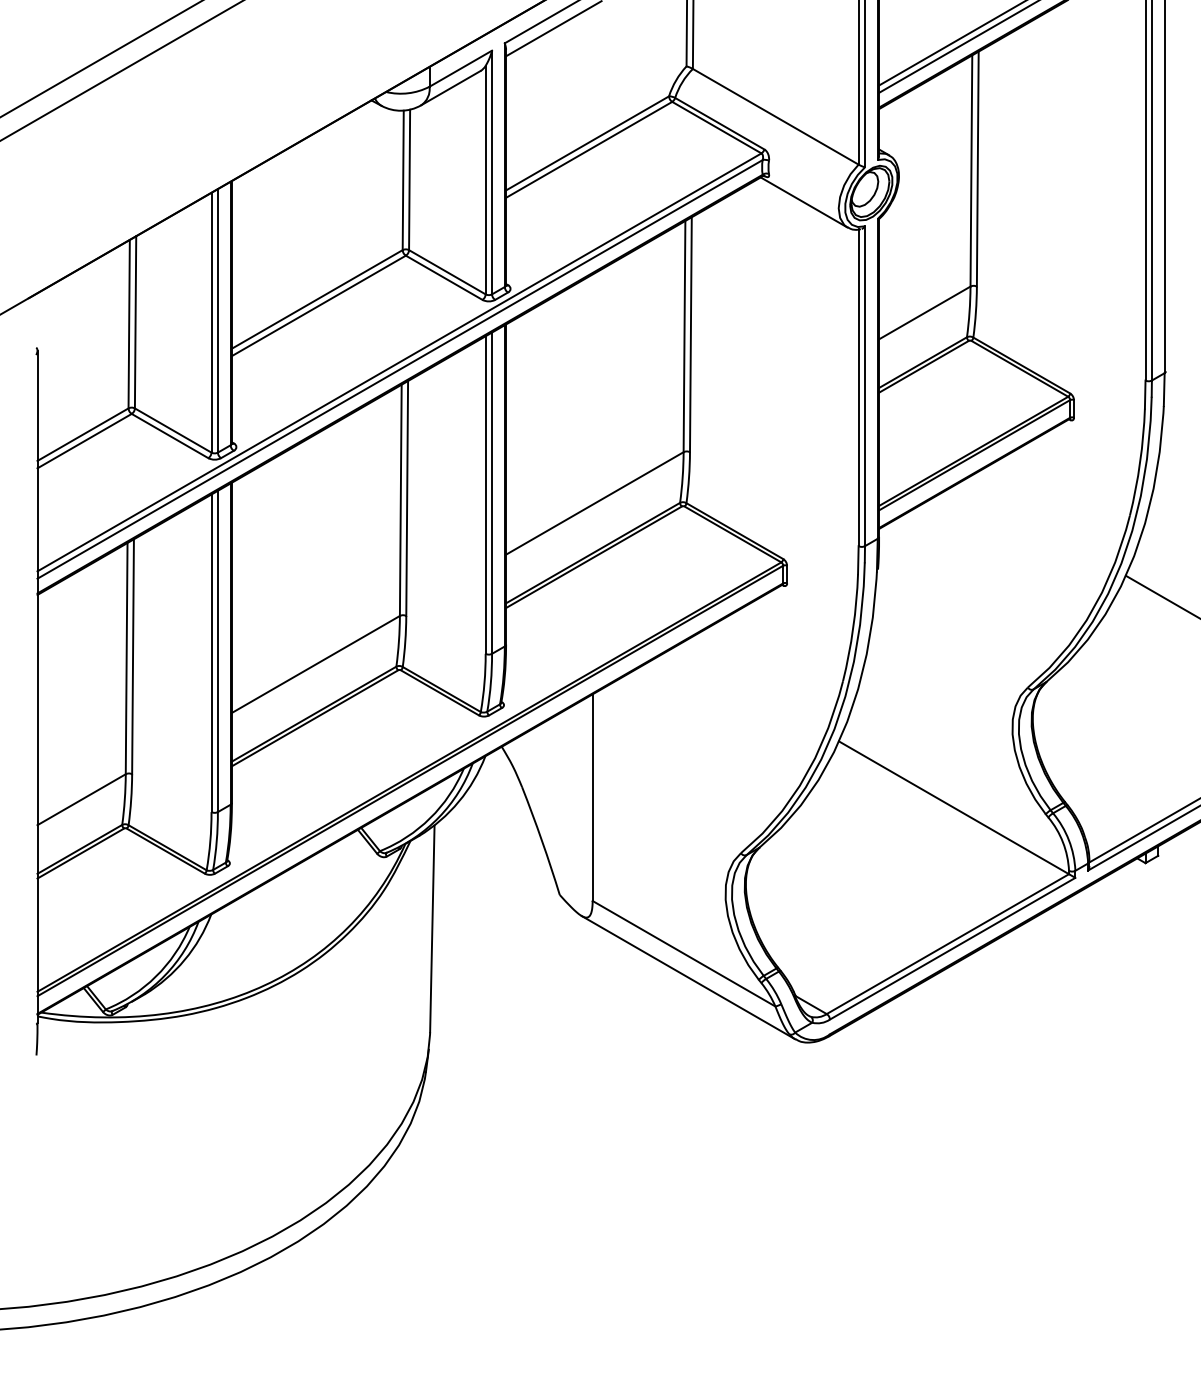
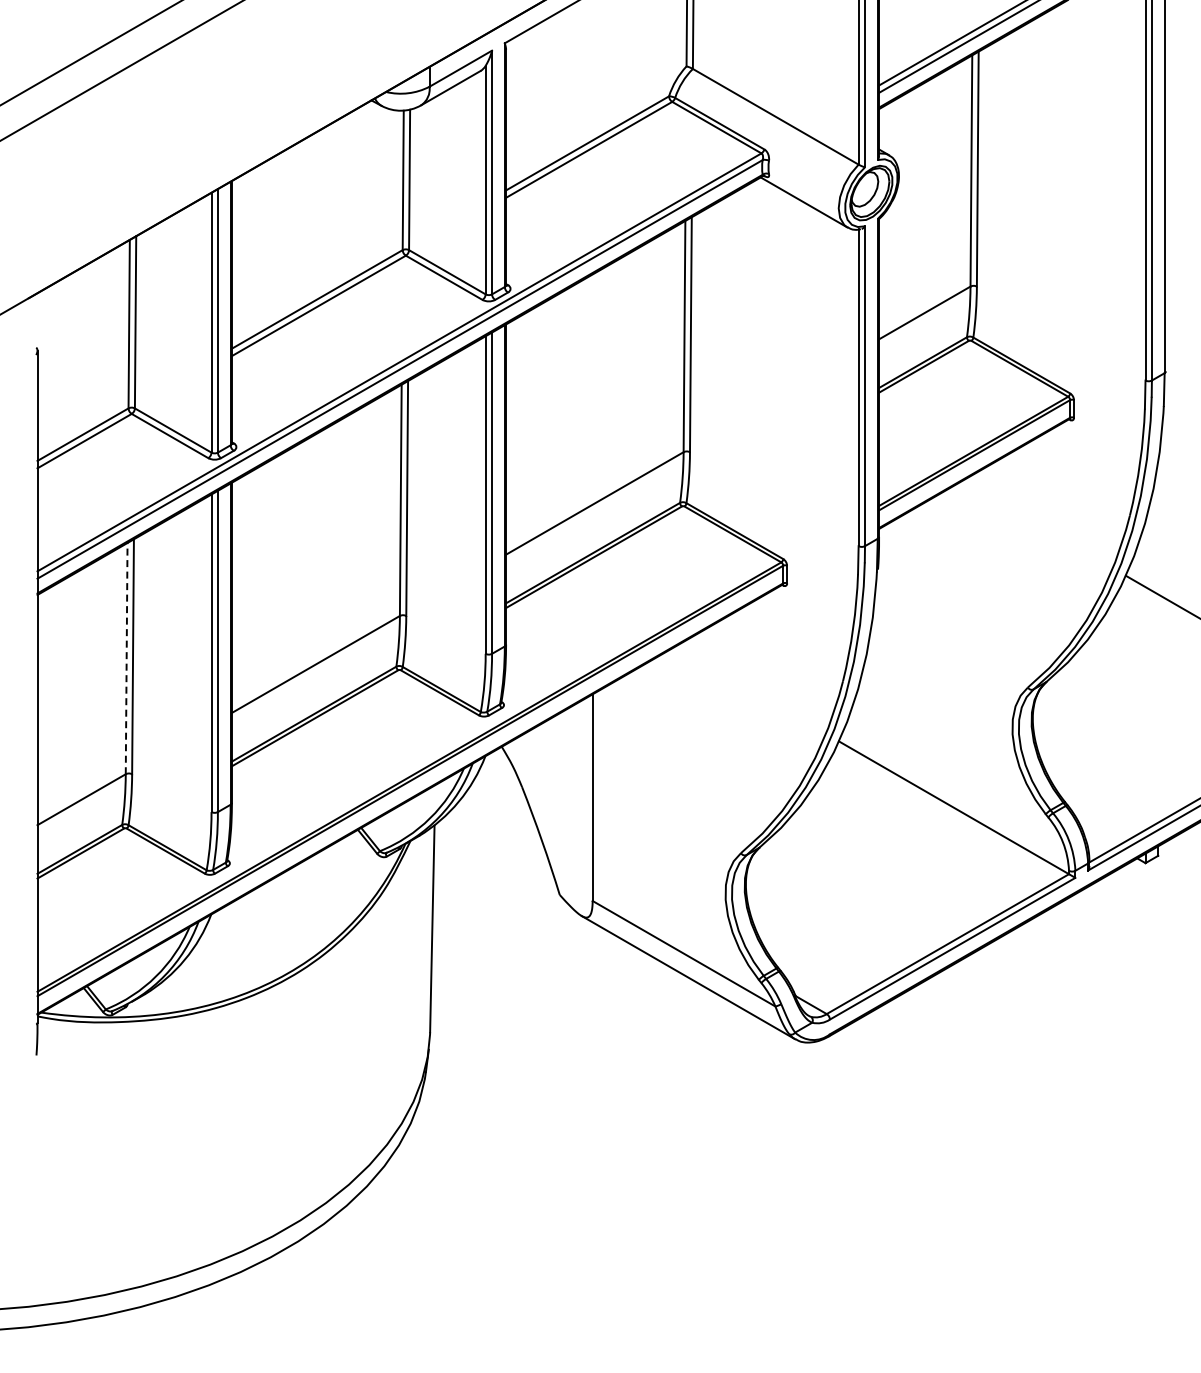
line at (552, 29): present -> none
line at (100, 59) position: (100, 59) -> (90, 53)
line at (126, 658): solid -> dashed
